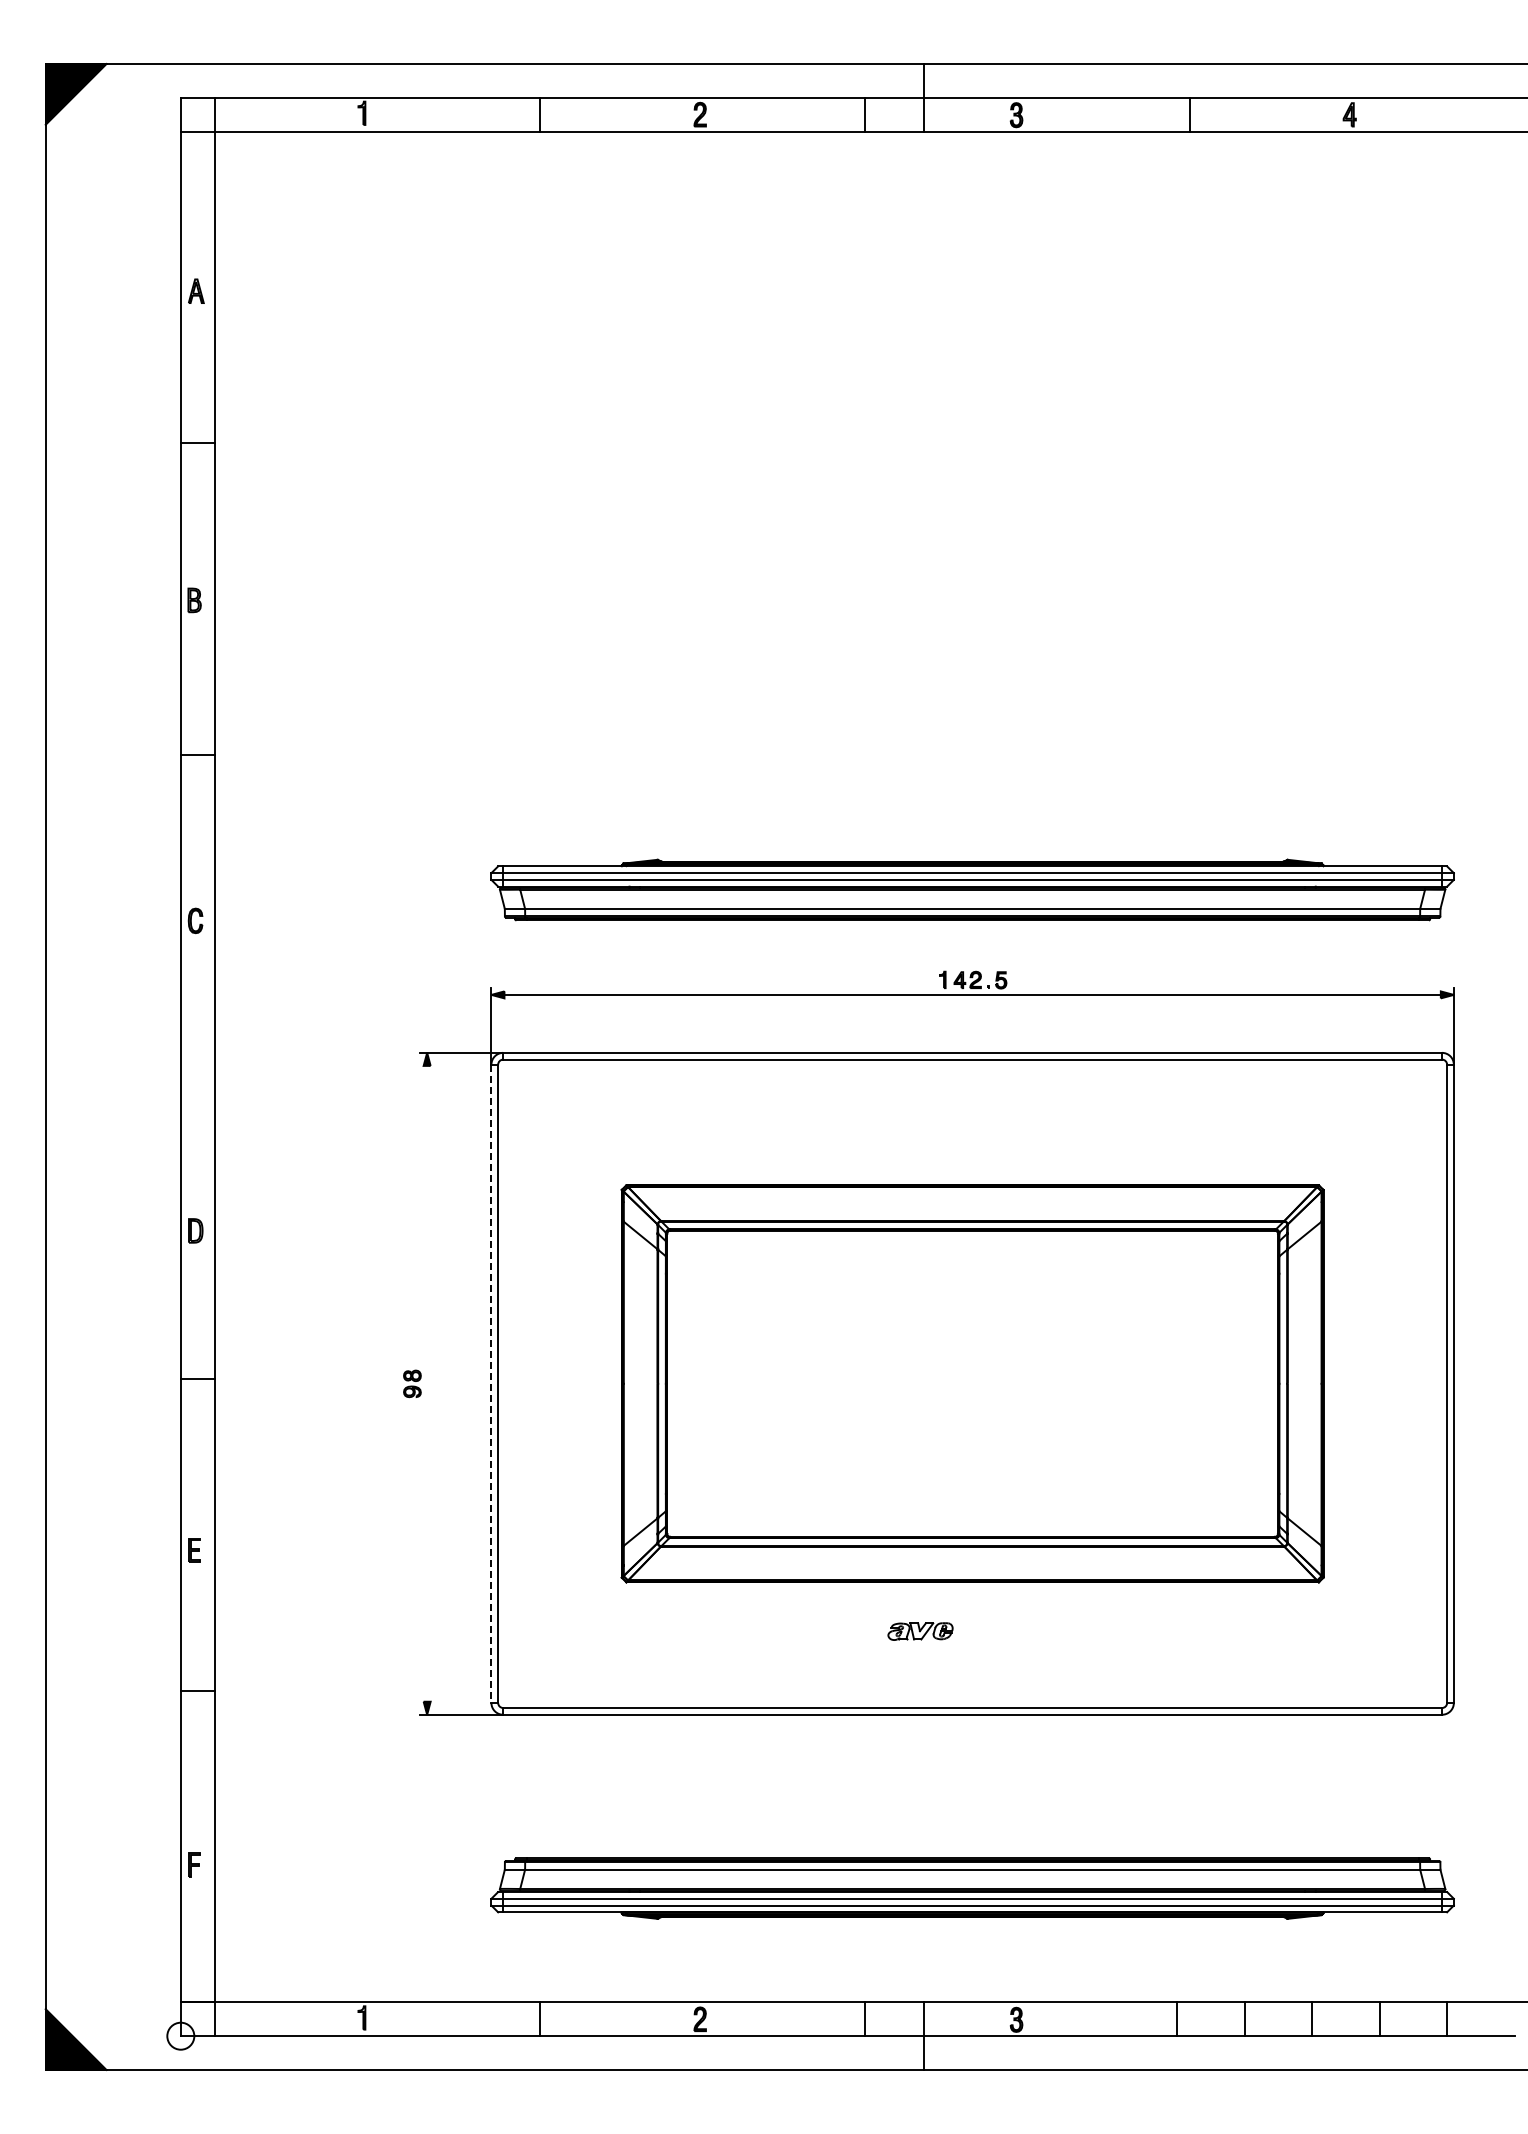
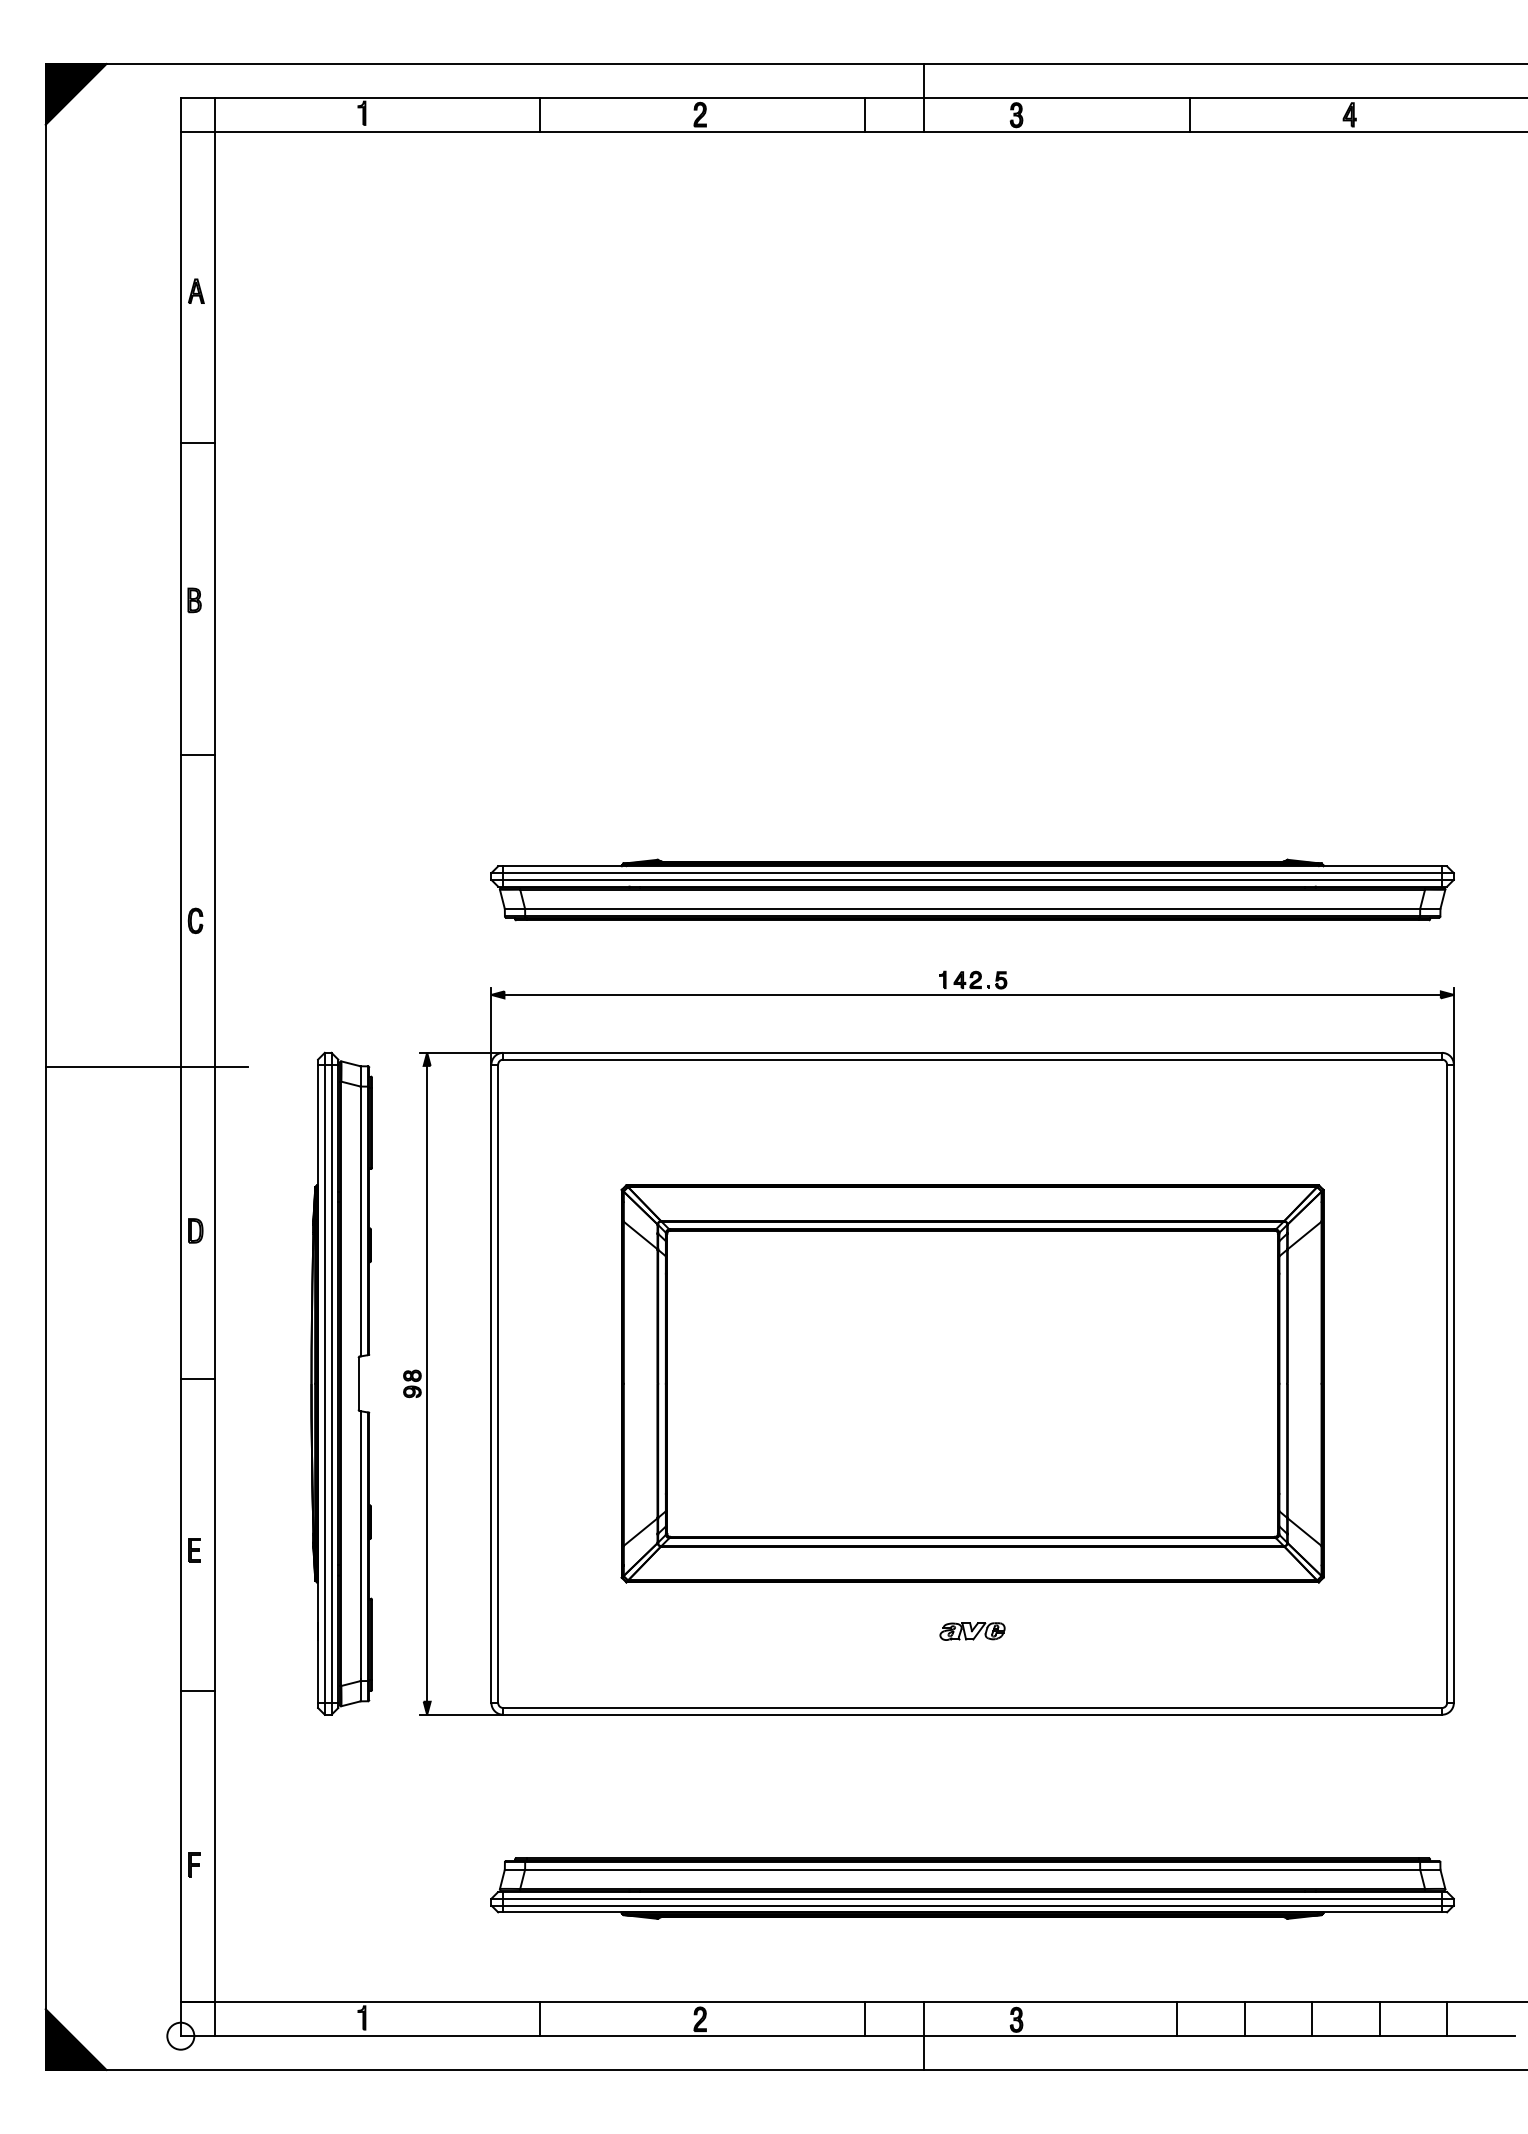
line at (146, 1067): none -> present
part at (341, 1383): none -> present
line at (427, 1383): none -> present
line at (491, 1384): dashed -> solid
part at (920, 1631) position: (920, 1631) -> (972, 1631)
